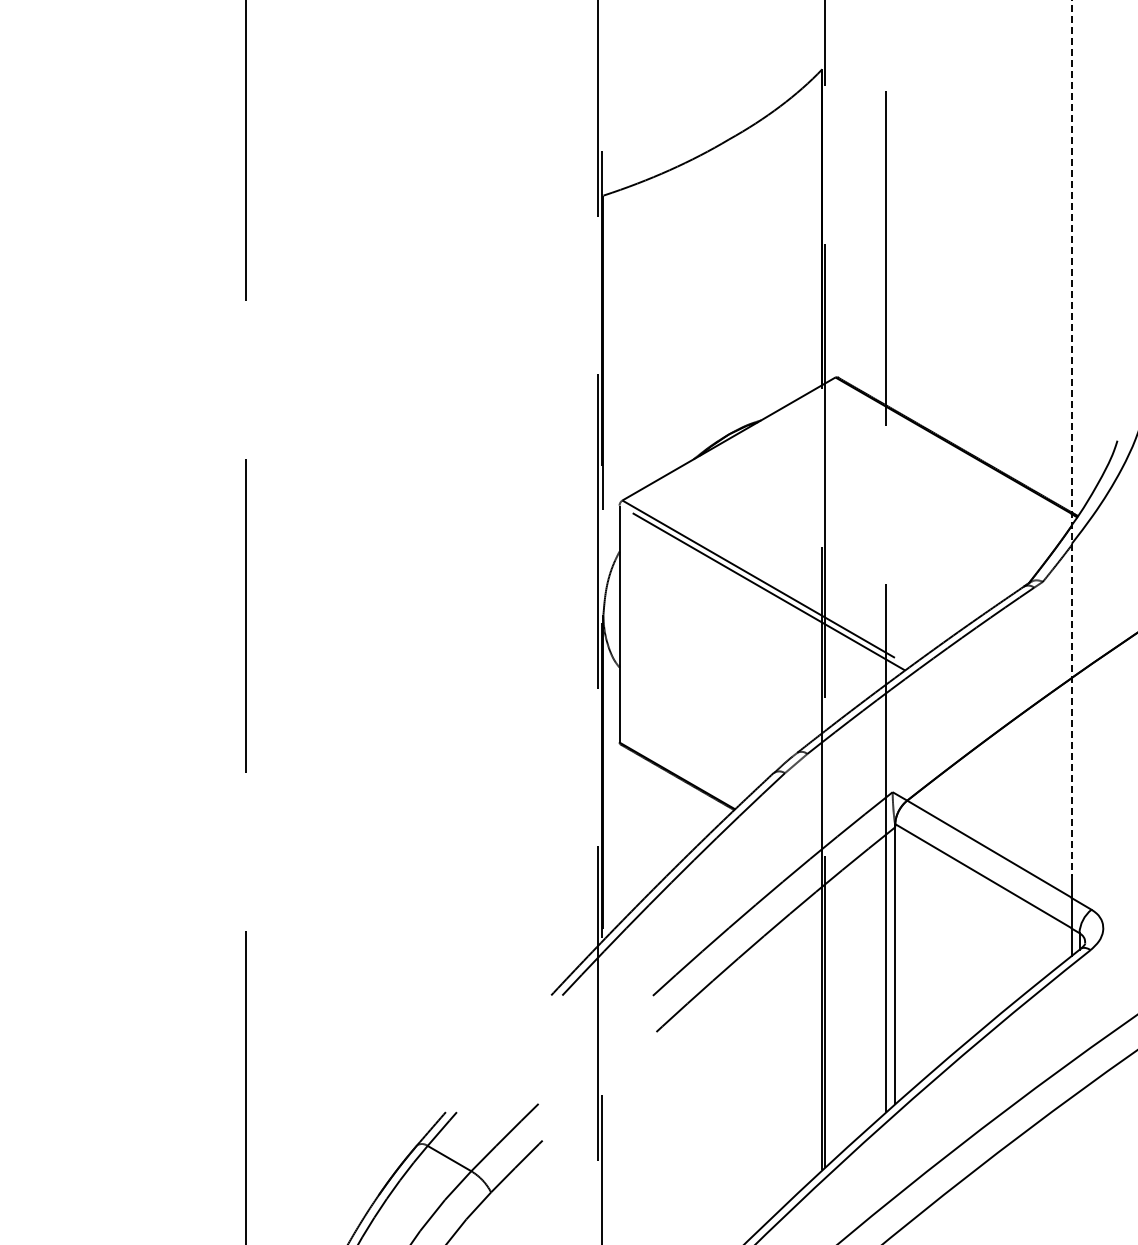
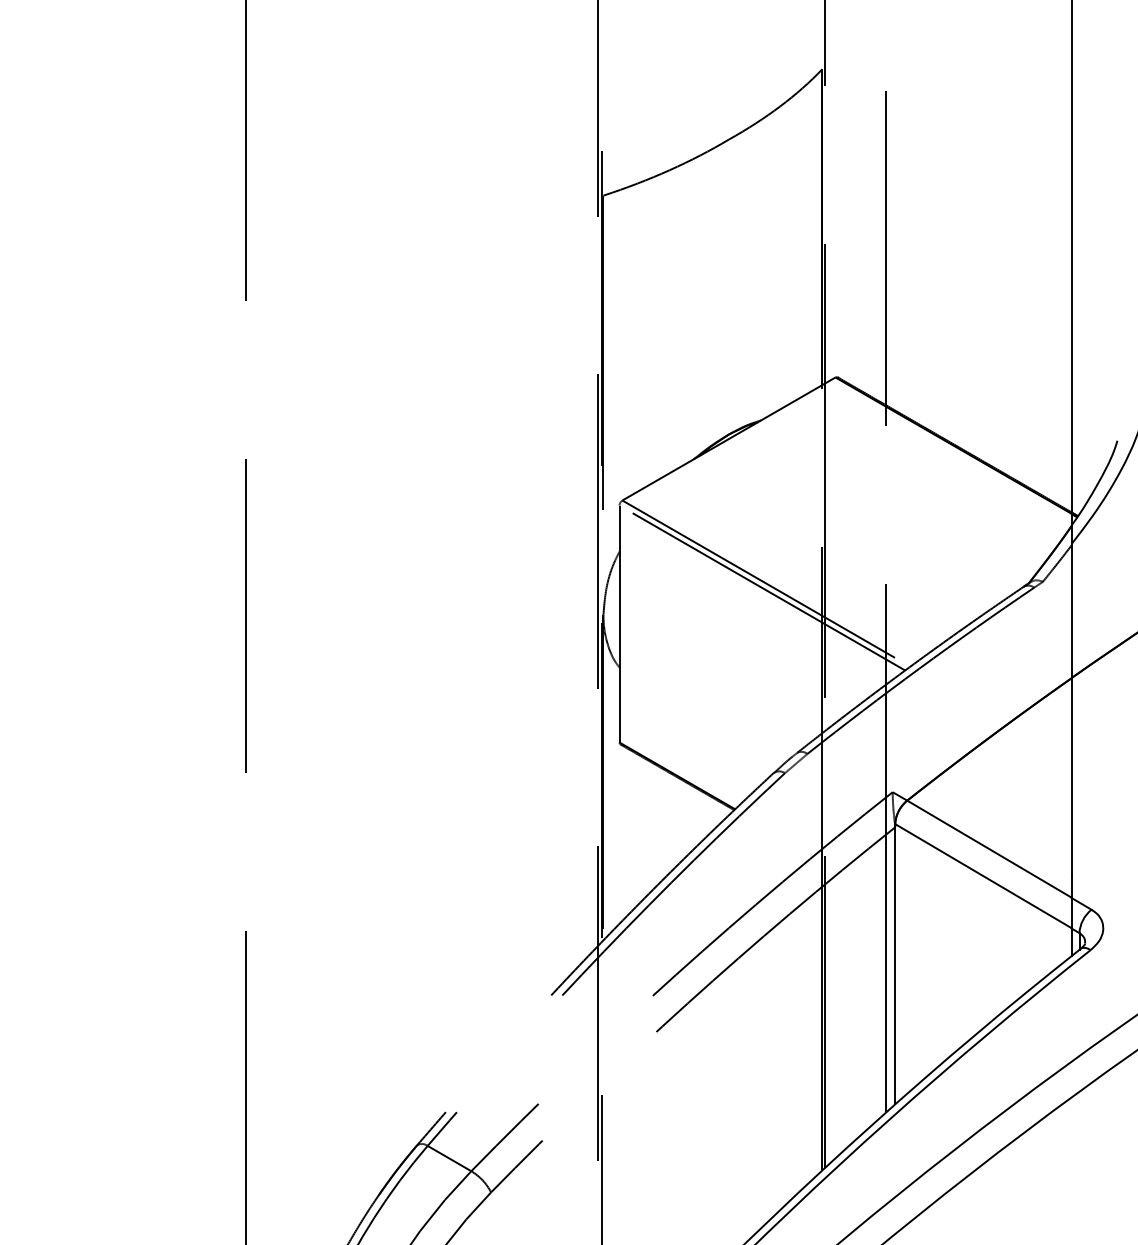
line at (1071, 437): dashed -> solid
